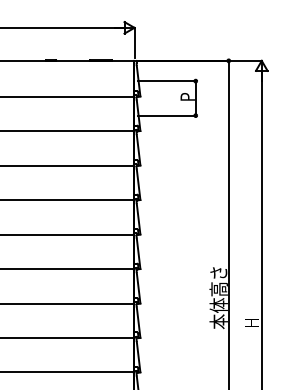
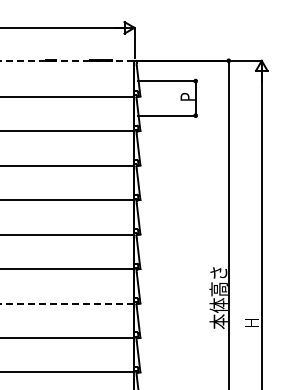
line at (66, 60): solid -> dashed
line at (66, 303): solid -> dashed
